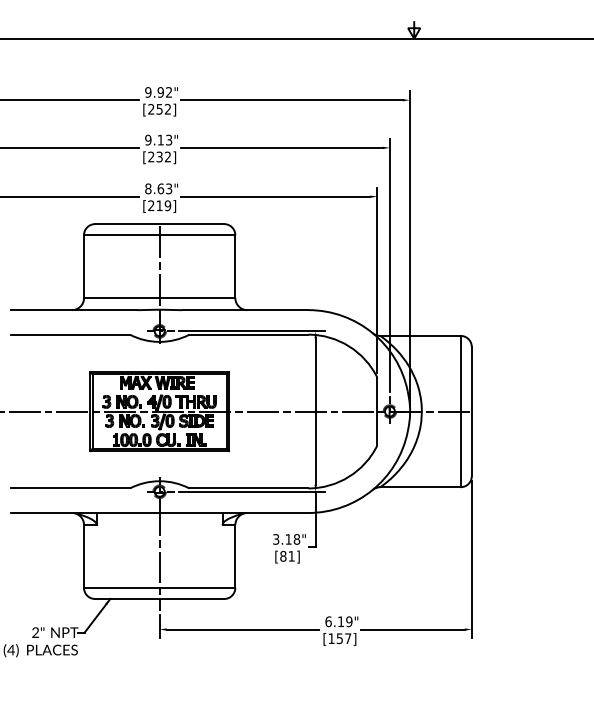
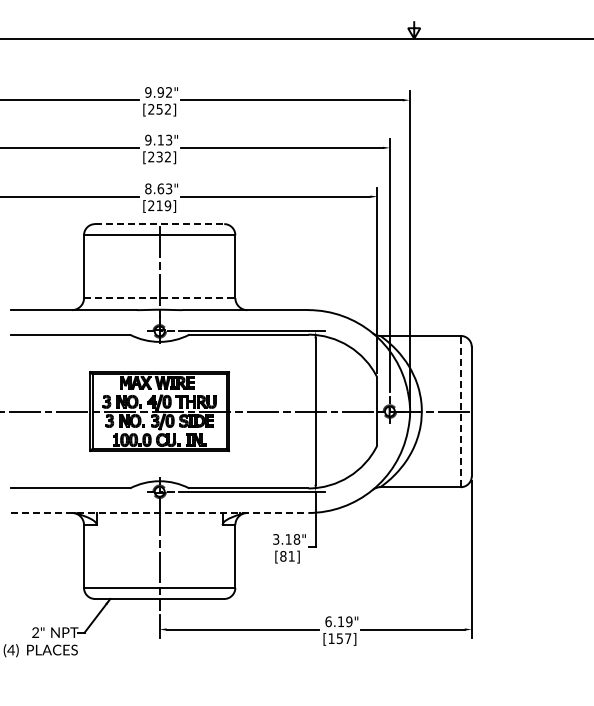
line at (159, 224): solid -> dashed
line at (159, 298): solid -> dashed
line at (460, 411): solid -> dashed
line at (159, 513): solid -> dashed
